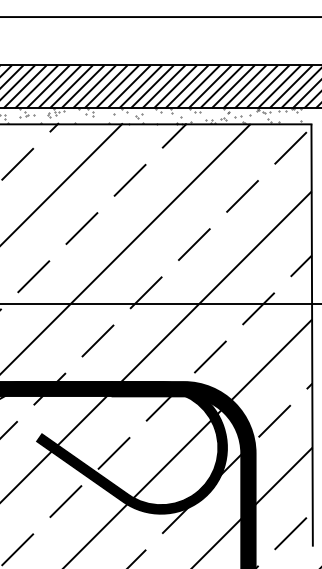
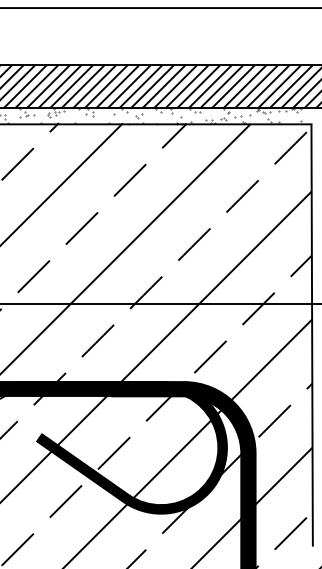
line at (160, 17) position: (160, 17) -> (160, 8)
